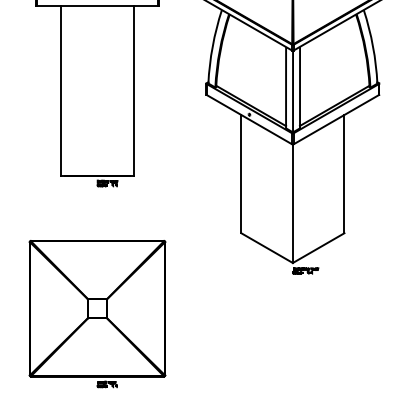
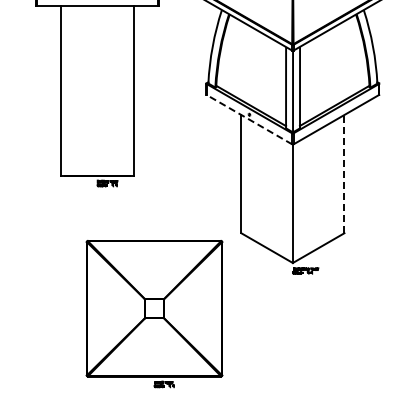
line at (249, 119): solid -> dashed
line at (344, 173): solid -> dashed
part at (97, 314) position: (97, 314) -> (154, 314)
